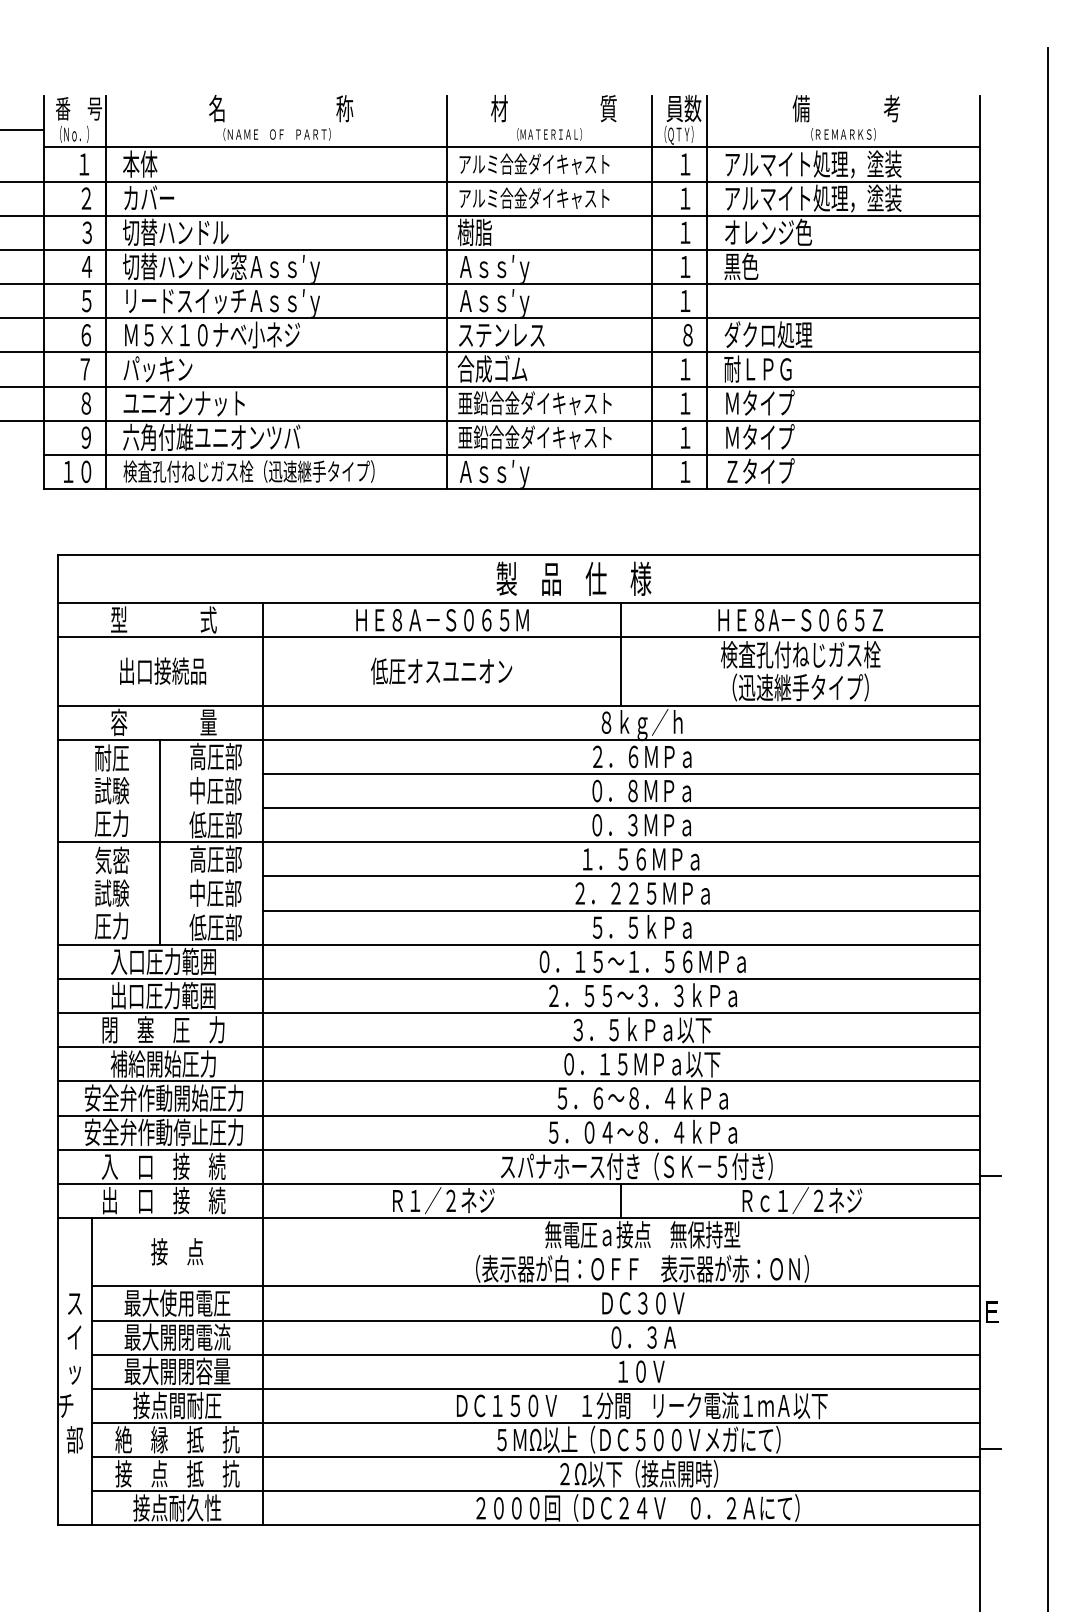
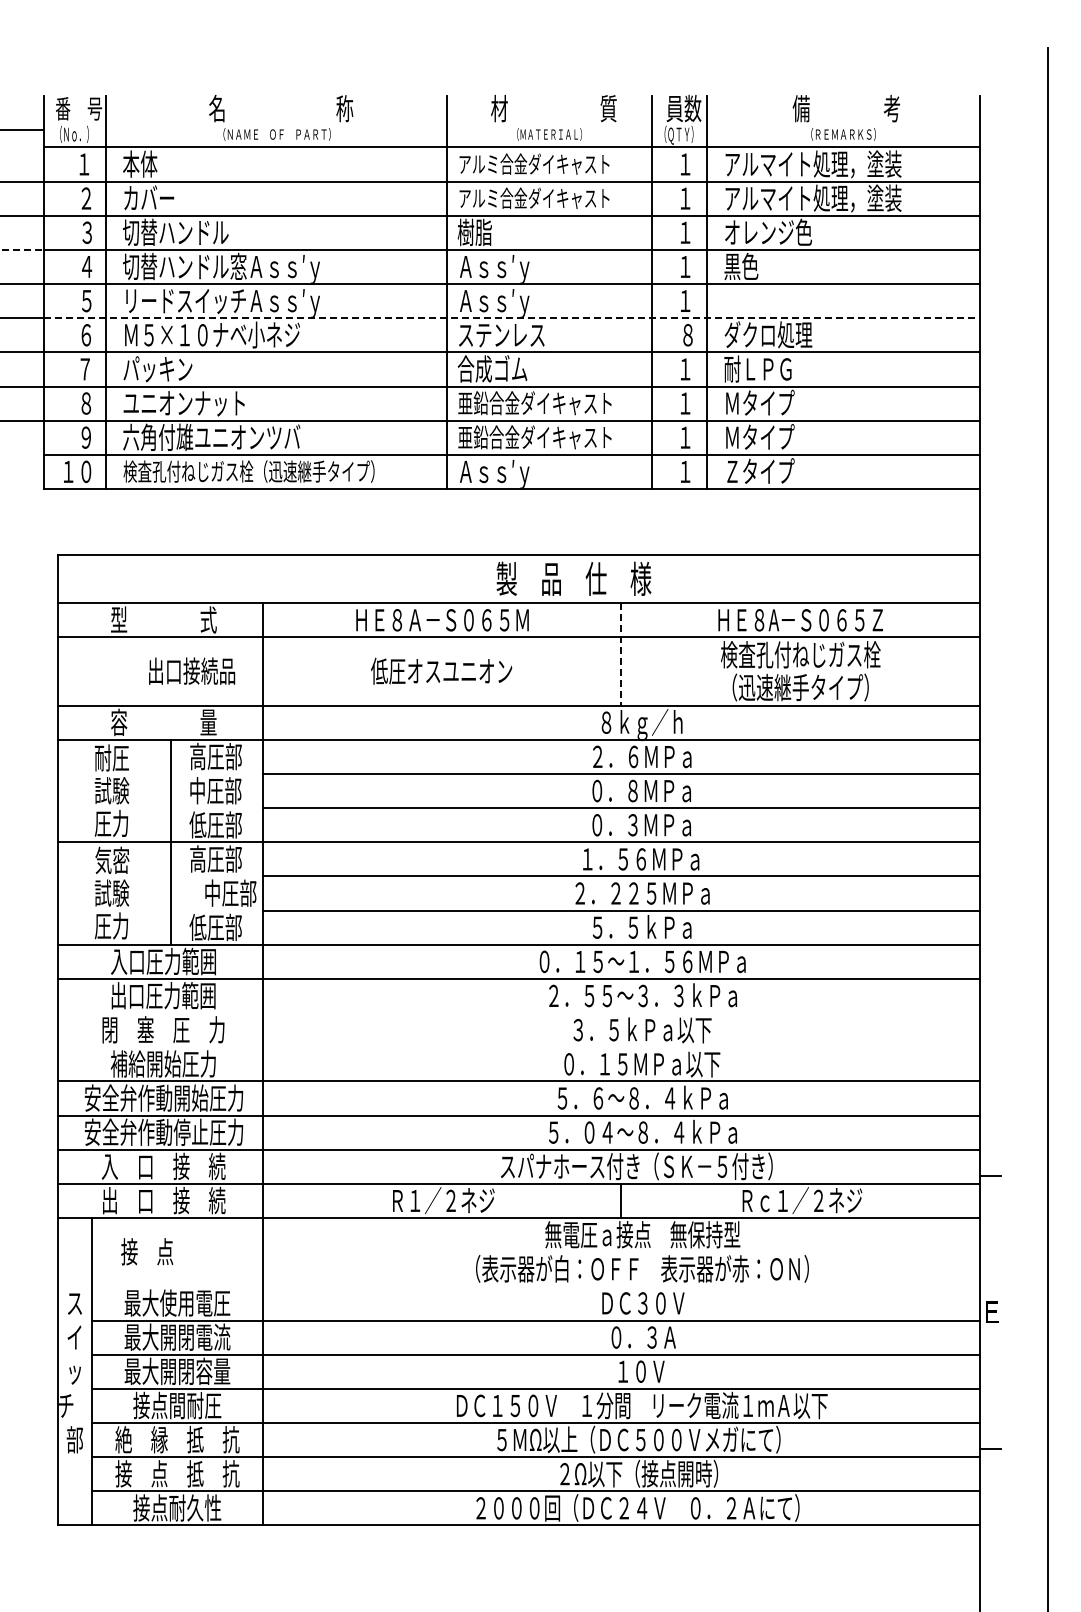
line at (22, 249): solid -> dashed
line at (512, 318): solid -> dashed
line at (621, 654): solid -> dashed
text at (163, 670) position: (163, 670) -> (192, 670)
line at (160, 841) position: (160, 841) -> (171, 841)
text at (215, 892) position: (215, 892) -> (230, 892)
line at (518, 1013): present -> none
line at (518, 1047): present -> none
text at (177, 1251) position: (177, 1251) -> (147, 1251)
line at (536, 1286): present -> none
